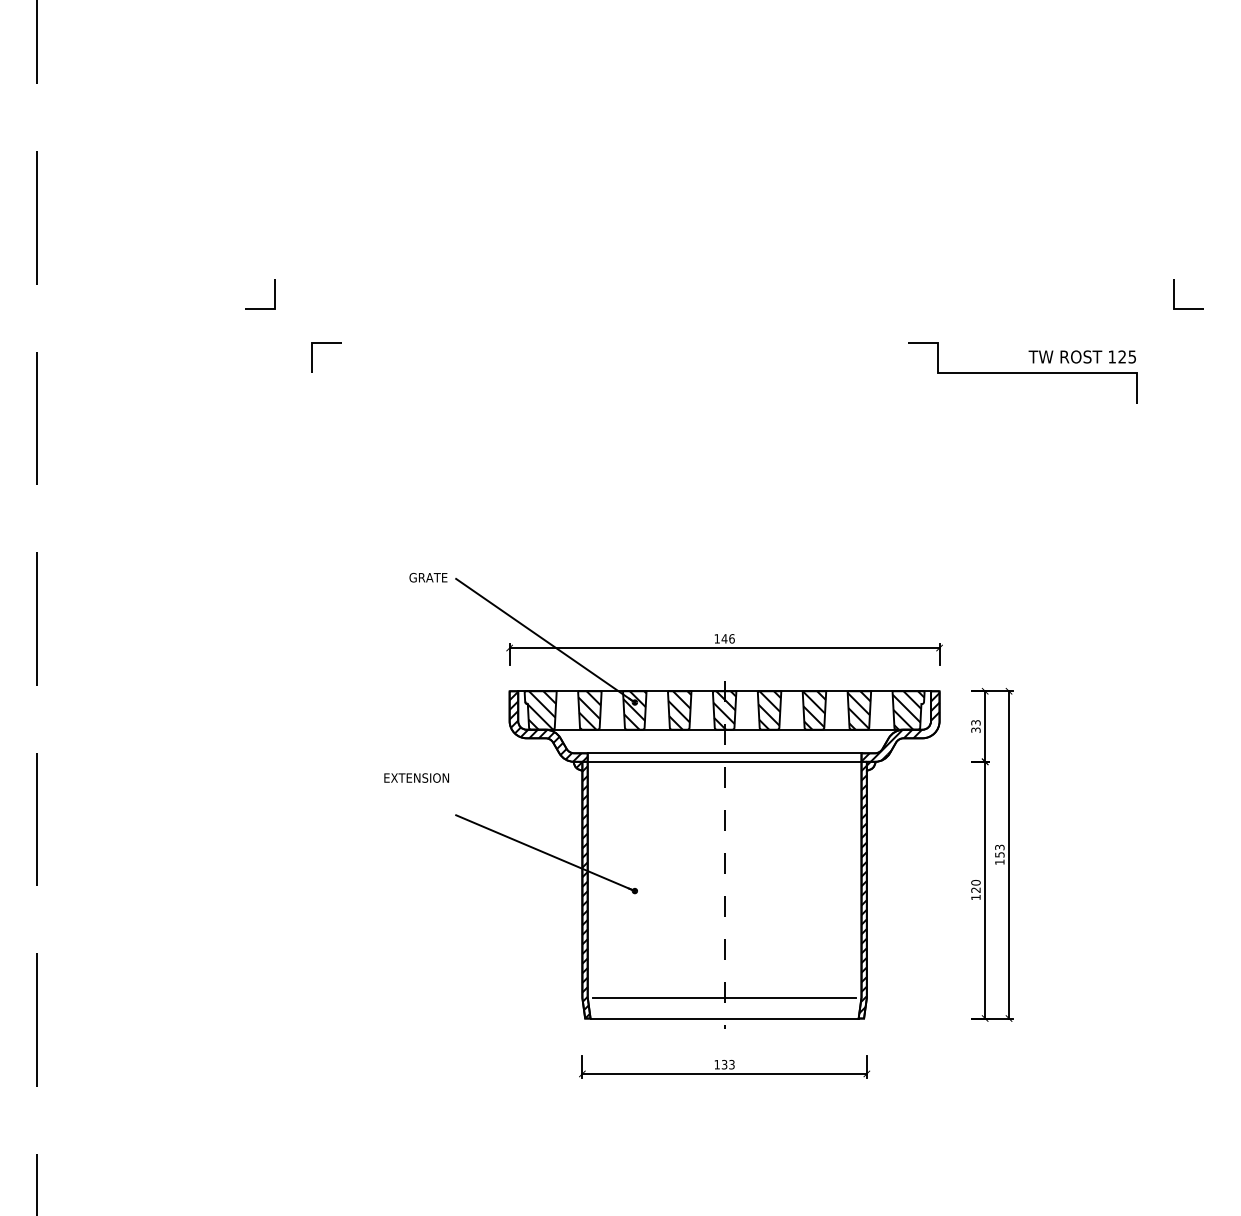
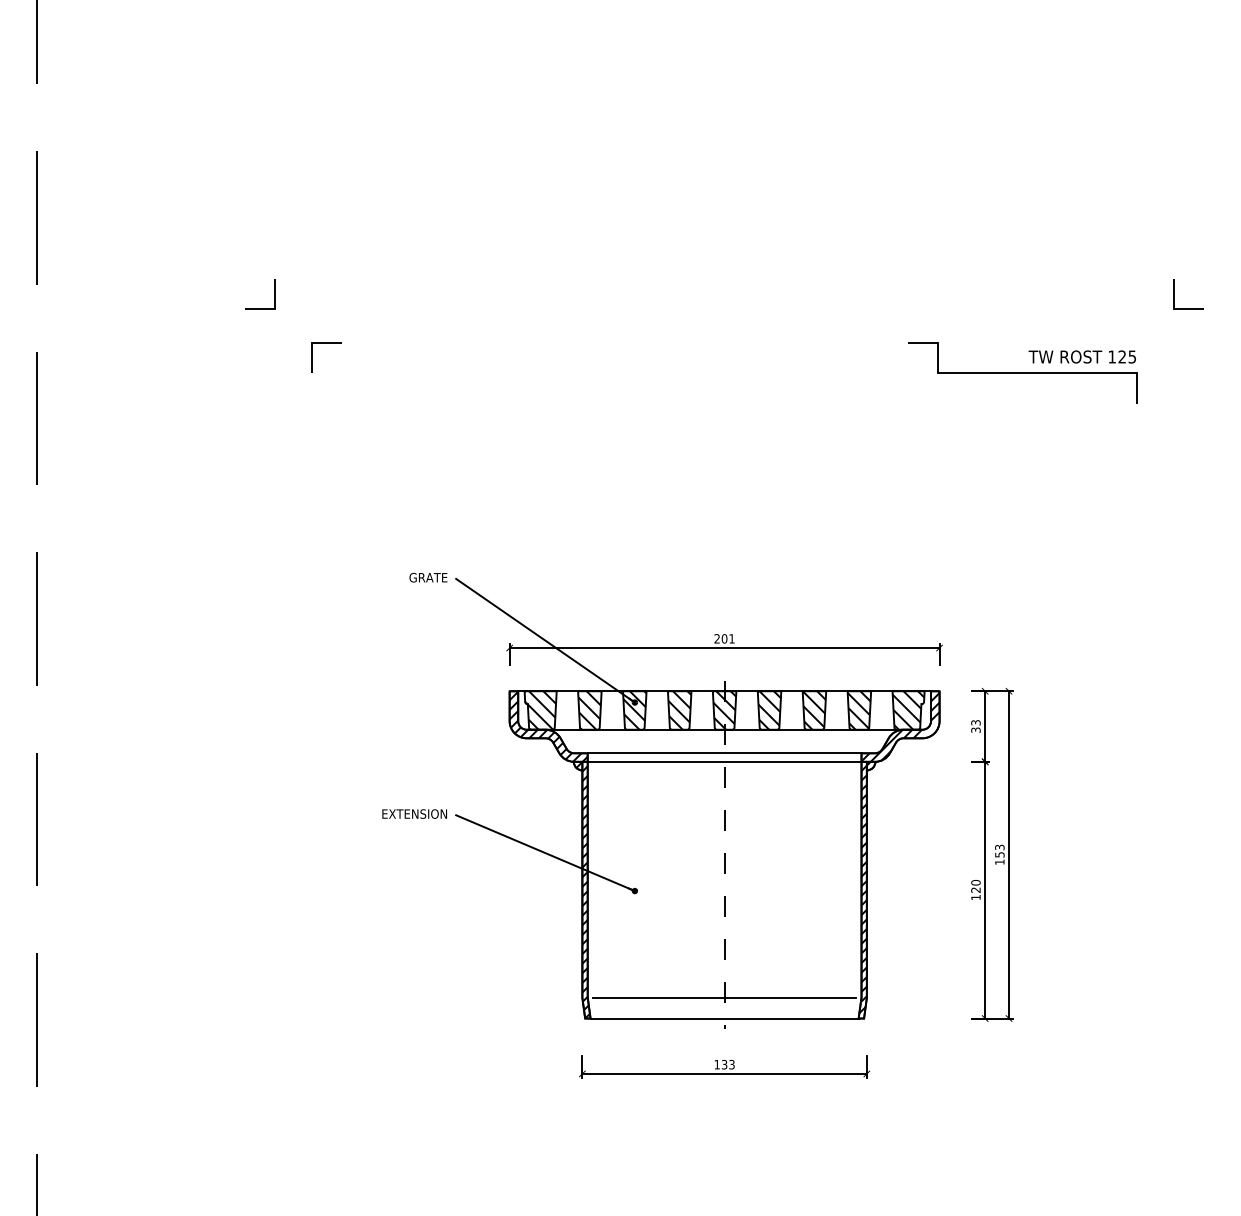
text at (724, 638): 146 -> 201
text at (416, 777) position: (416, 777) -> (414, 813)
